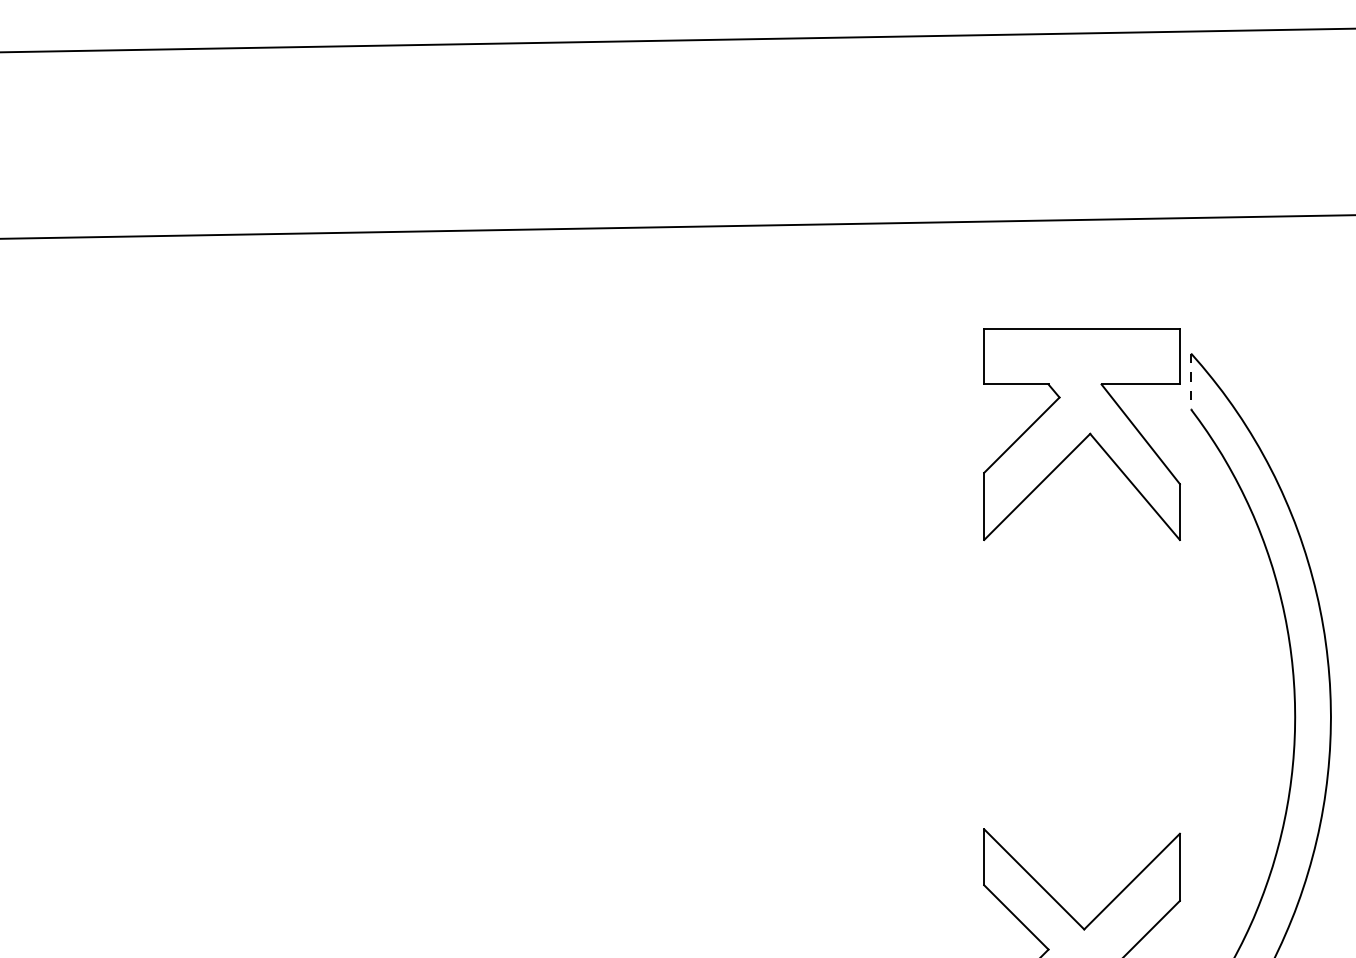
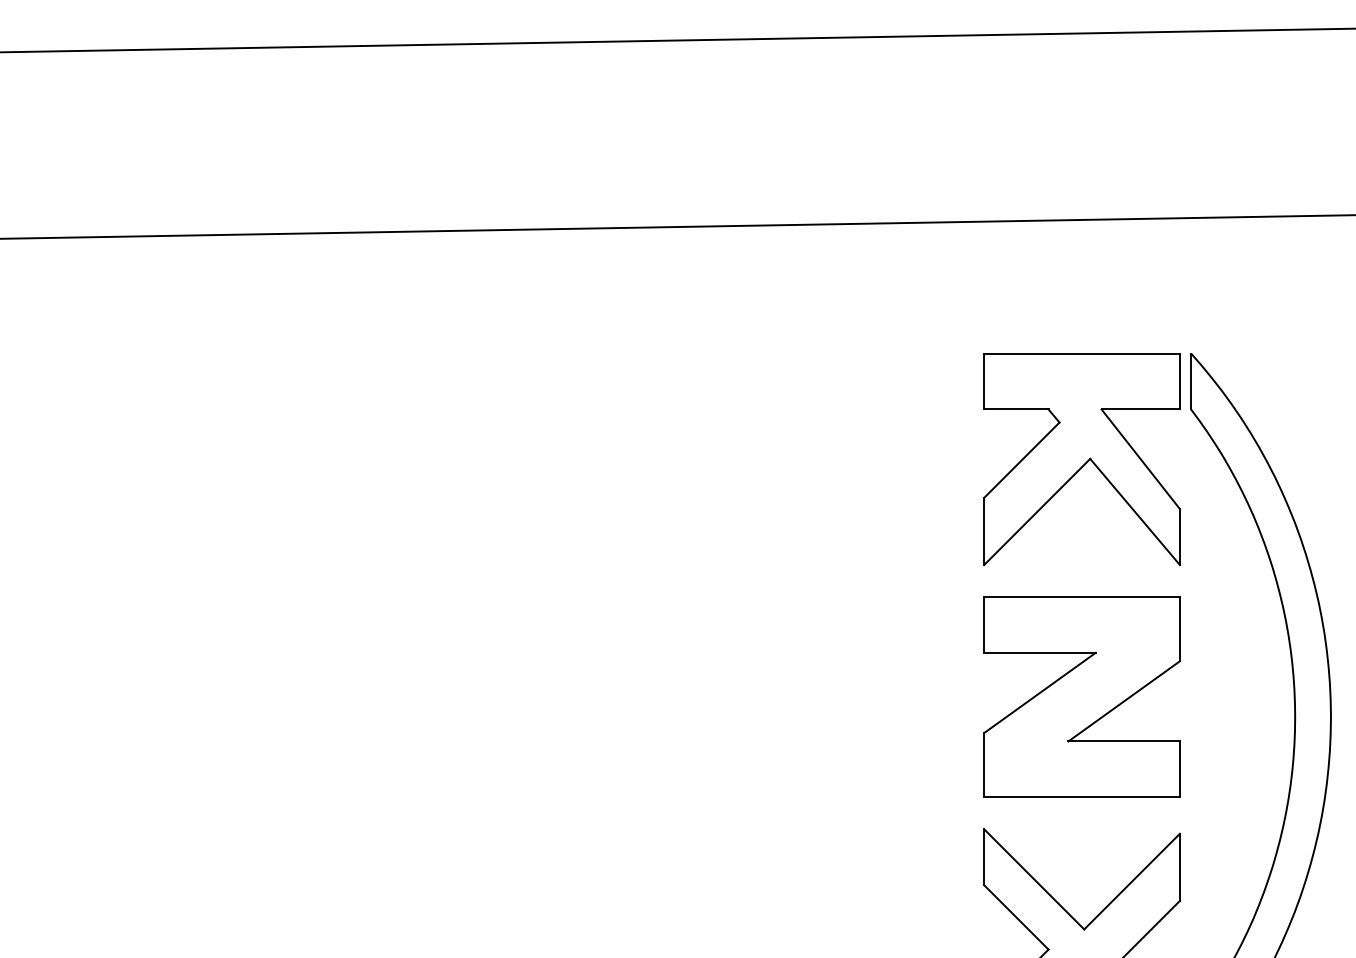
line at (1191, 381): dashed -> solid
part at (1081, 434) position: (1081, 434) -> (1081, 459)
part at (1081, 696): none -> present
